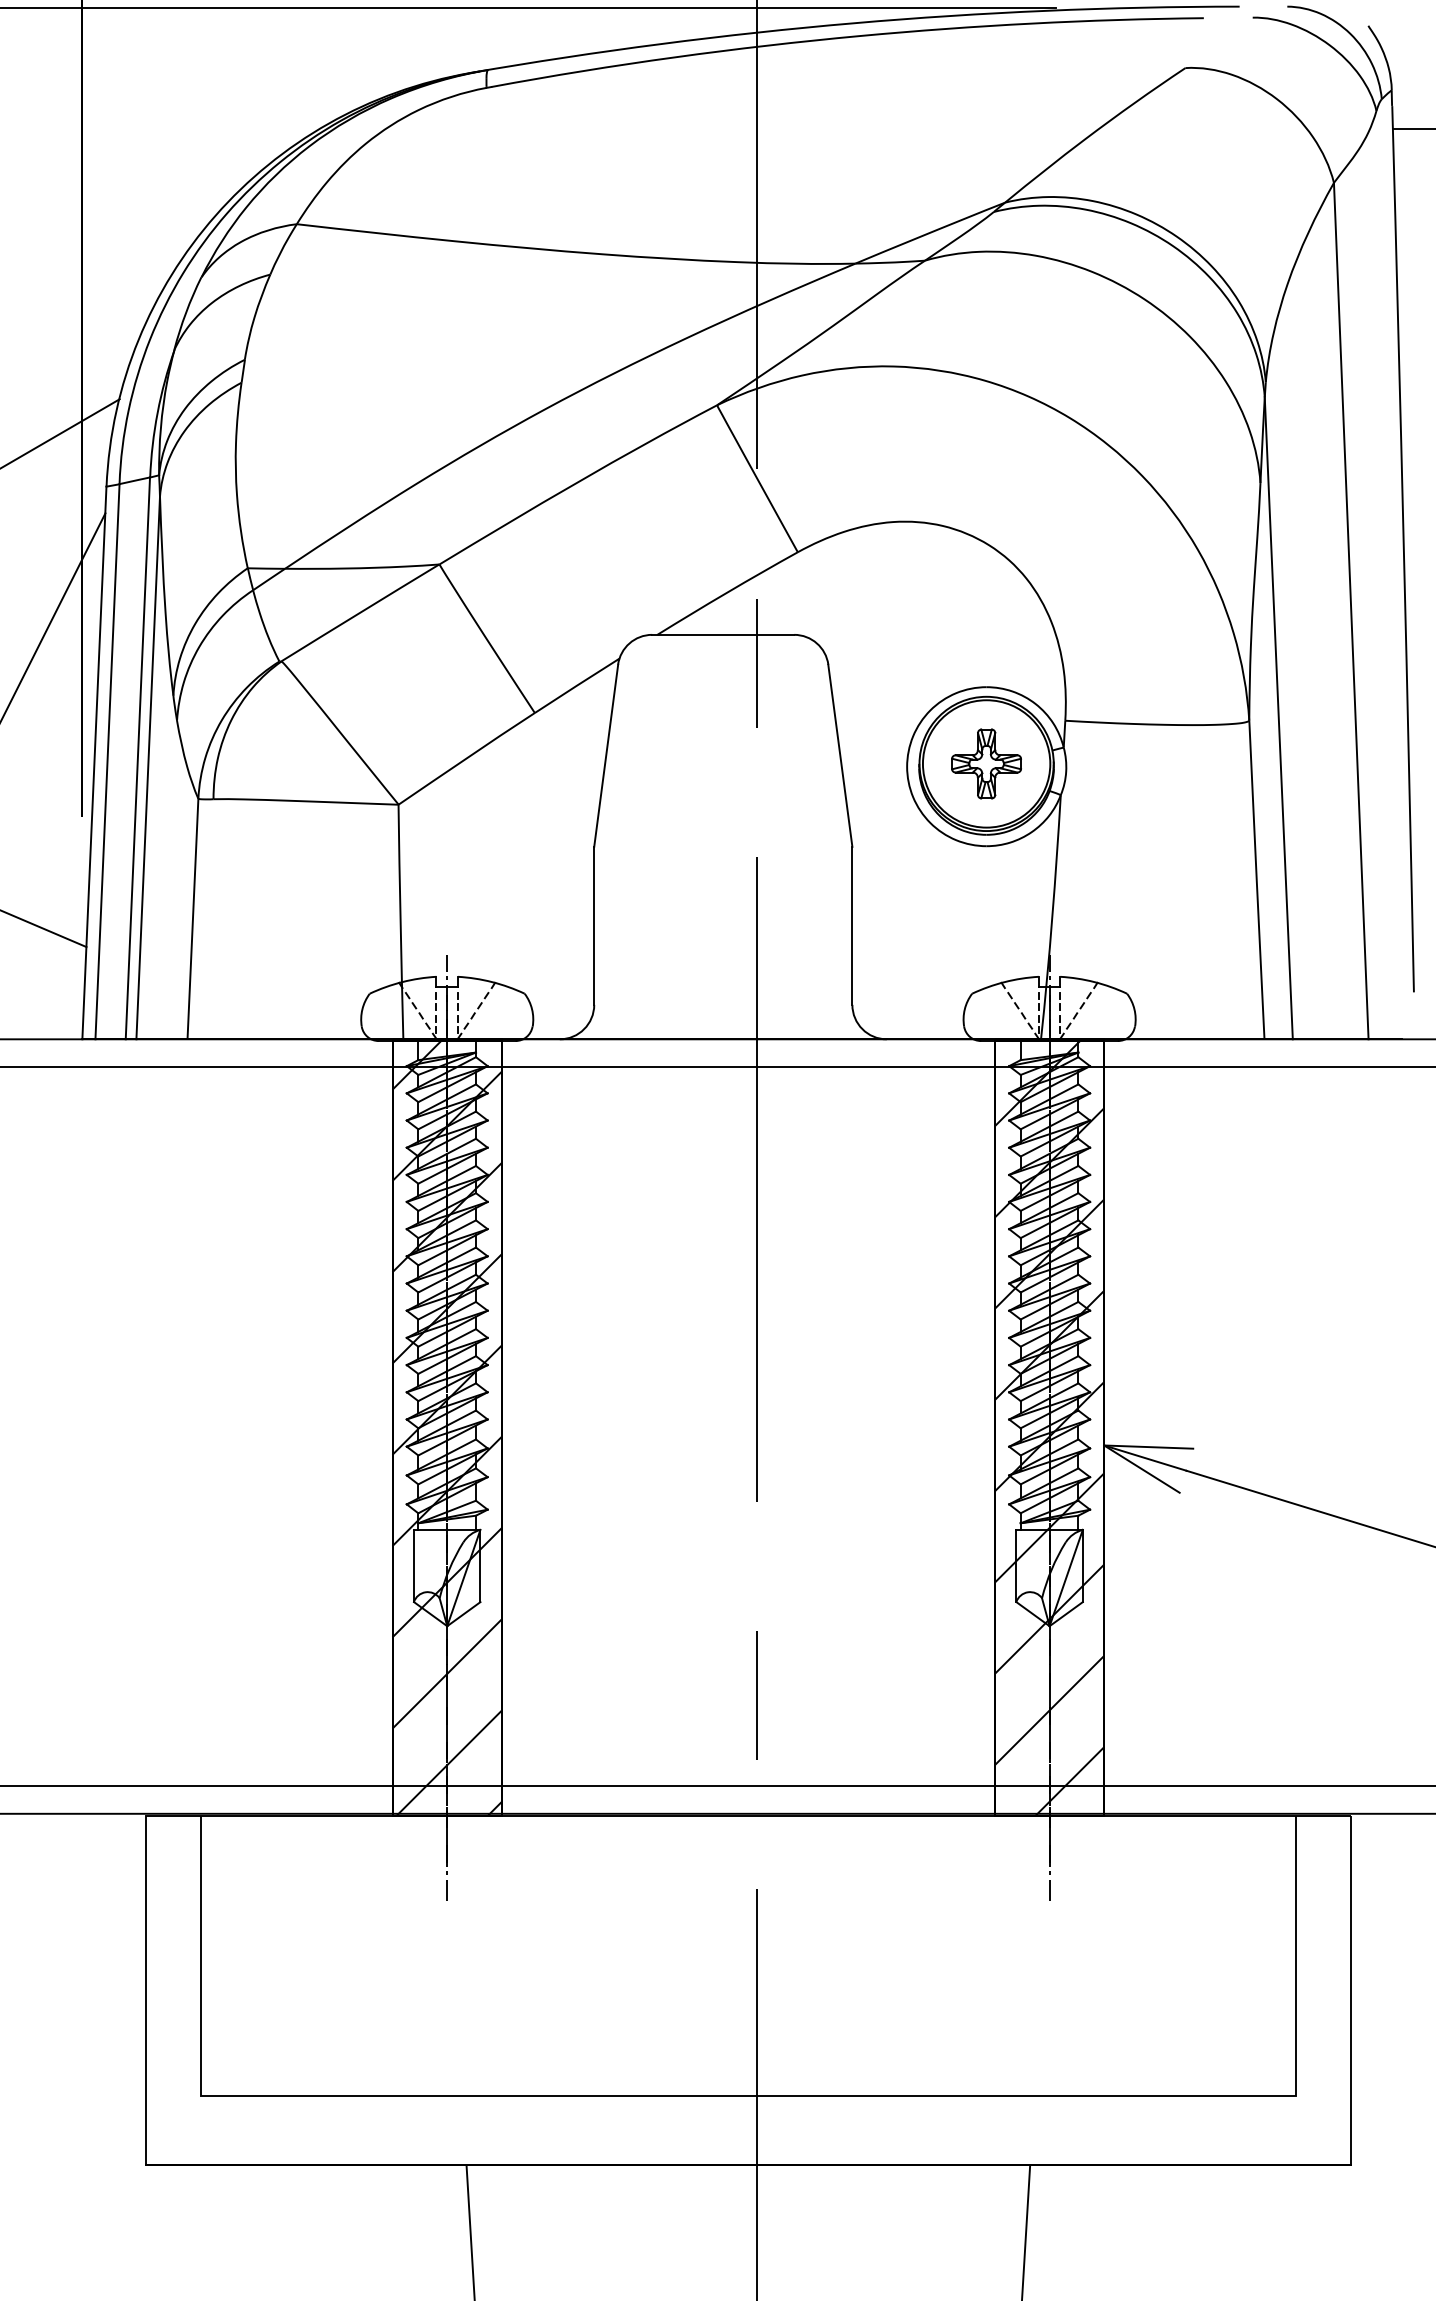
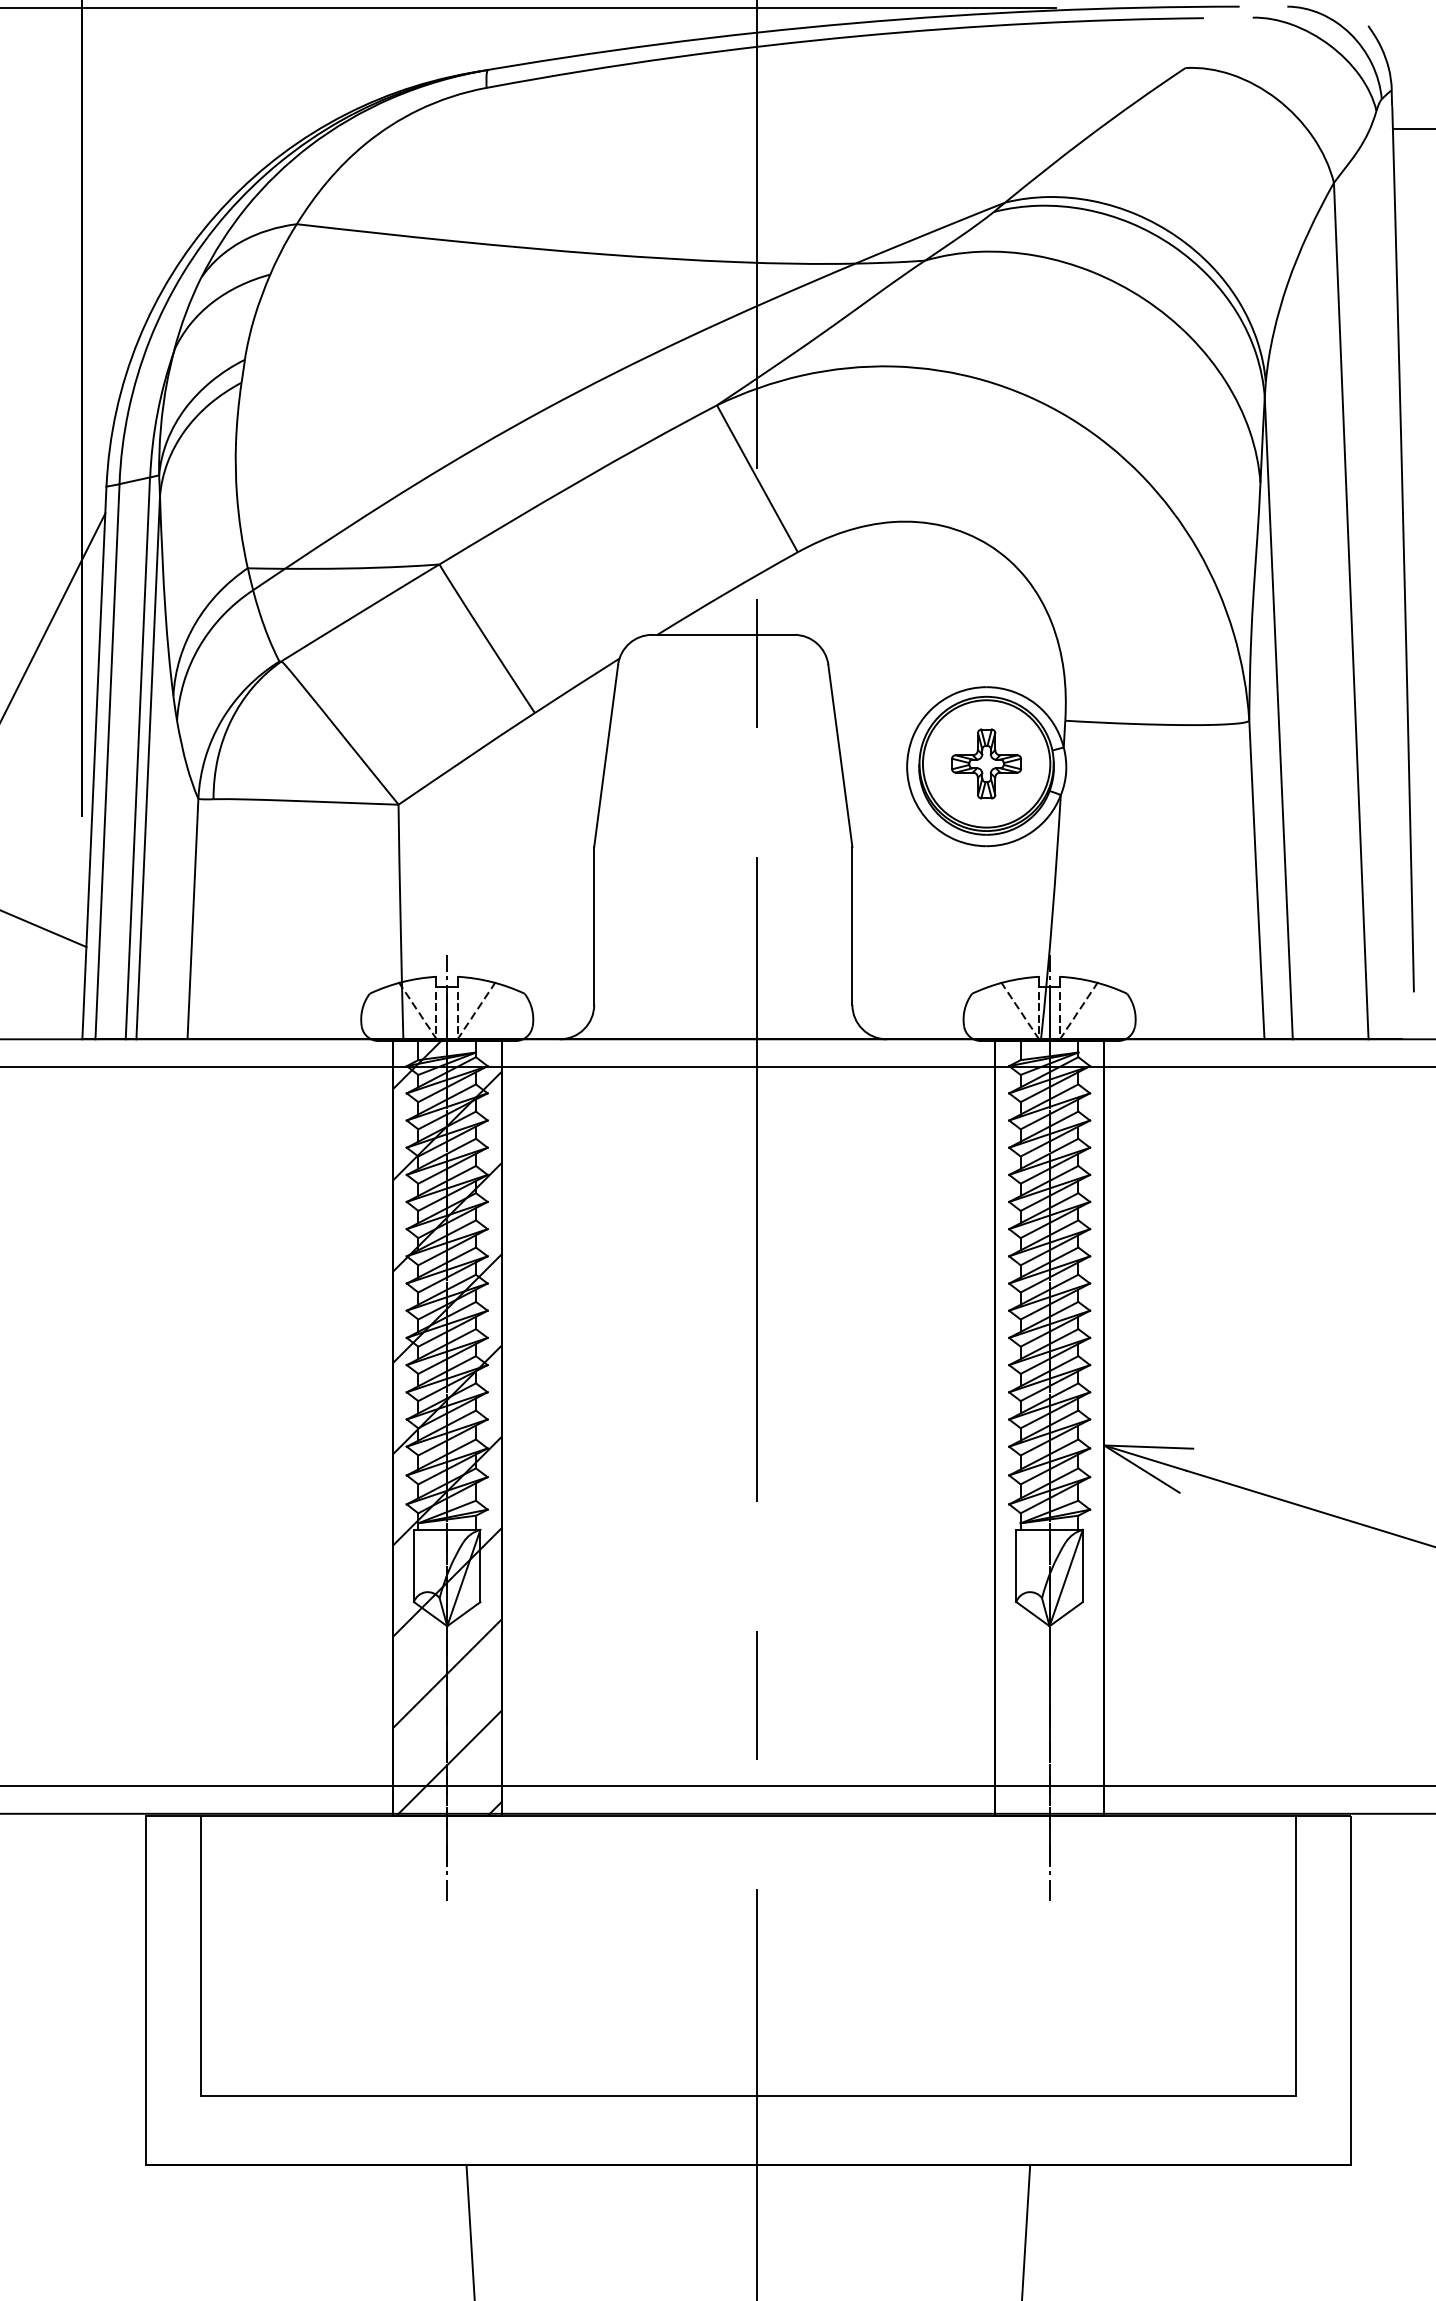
line at (60, 433): present -> none
hatch at (1049, 1428): present -> none
